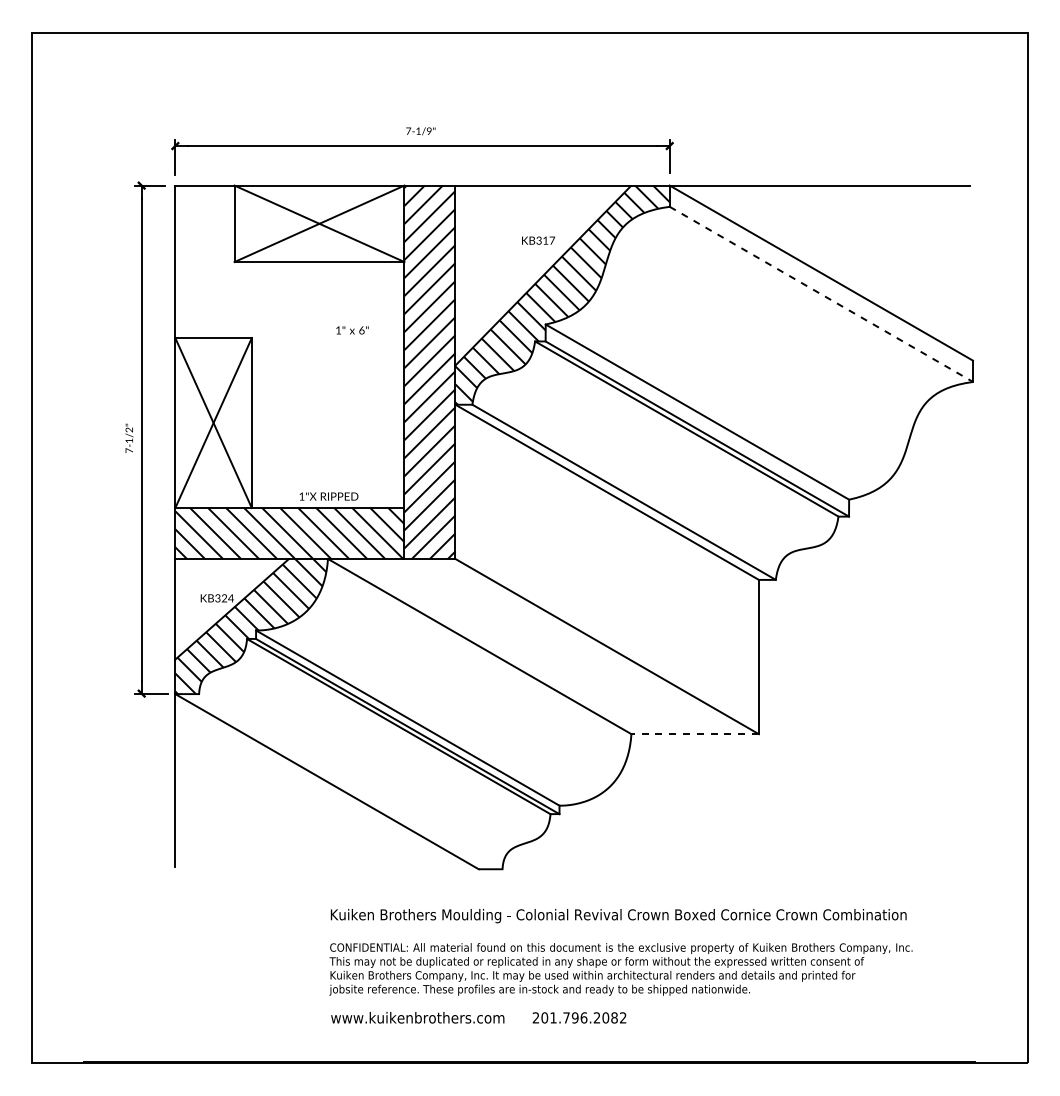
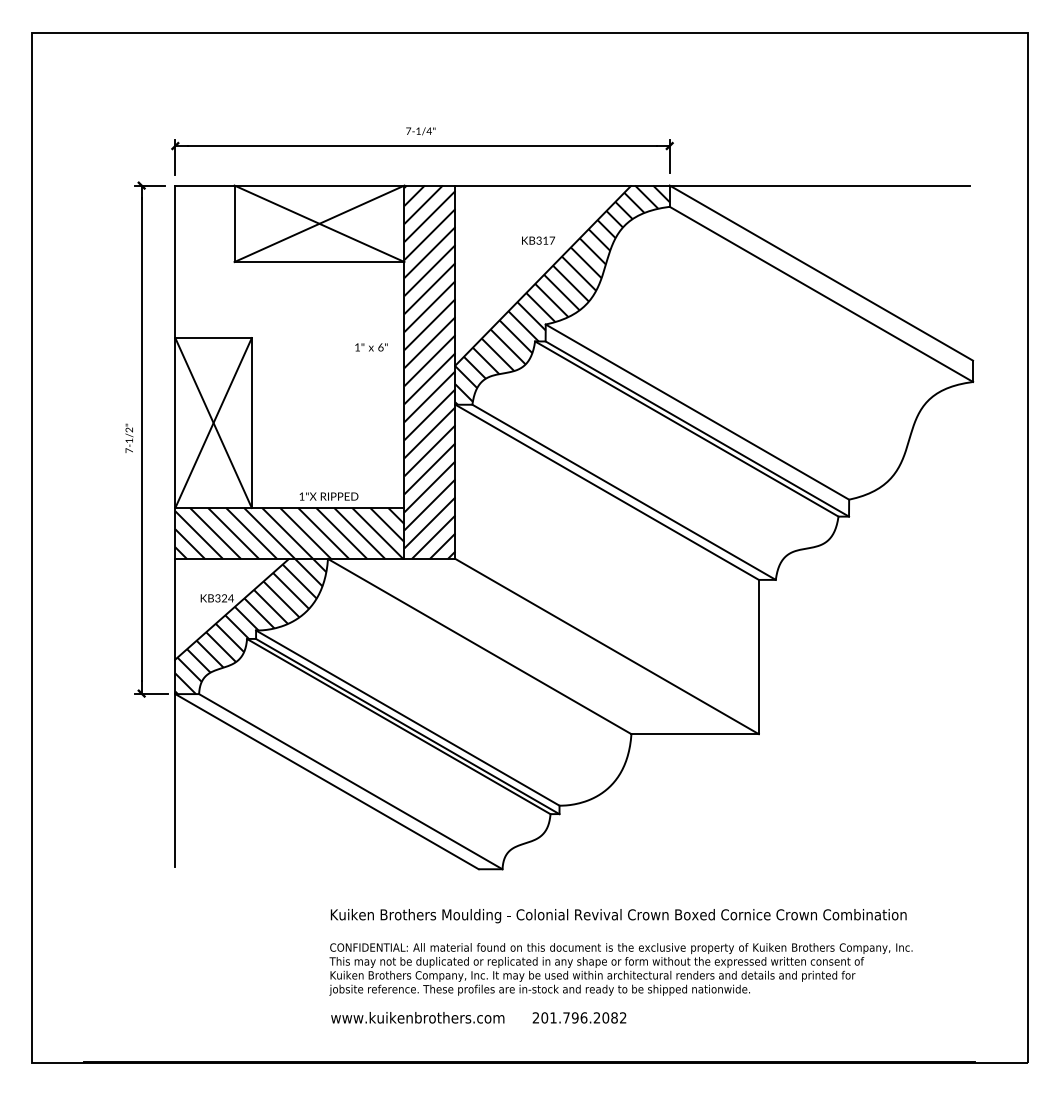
text at (428, 130): 7-1/9" -> 7-1/4"
line at (821, 294): dashed -> solid
text at (352, 330) position: (352, 330) -> (371, 347)
line at (695, 734): dashed -> solid
line at (350, 781): none -> present
